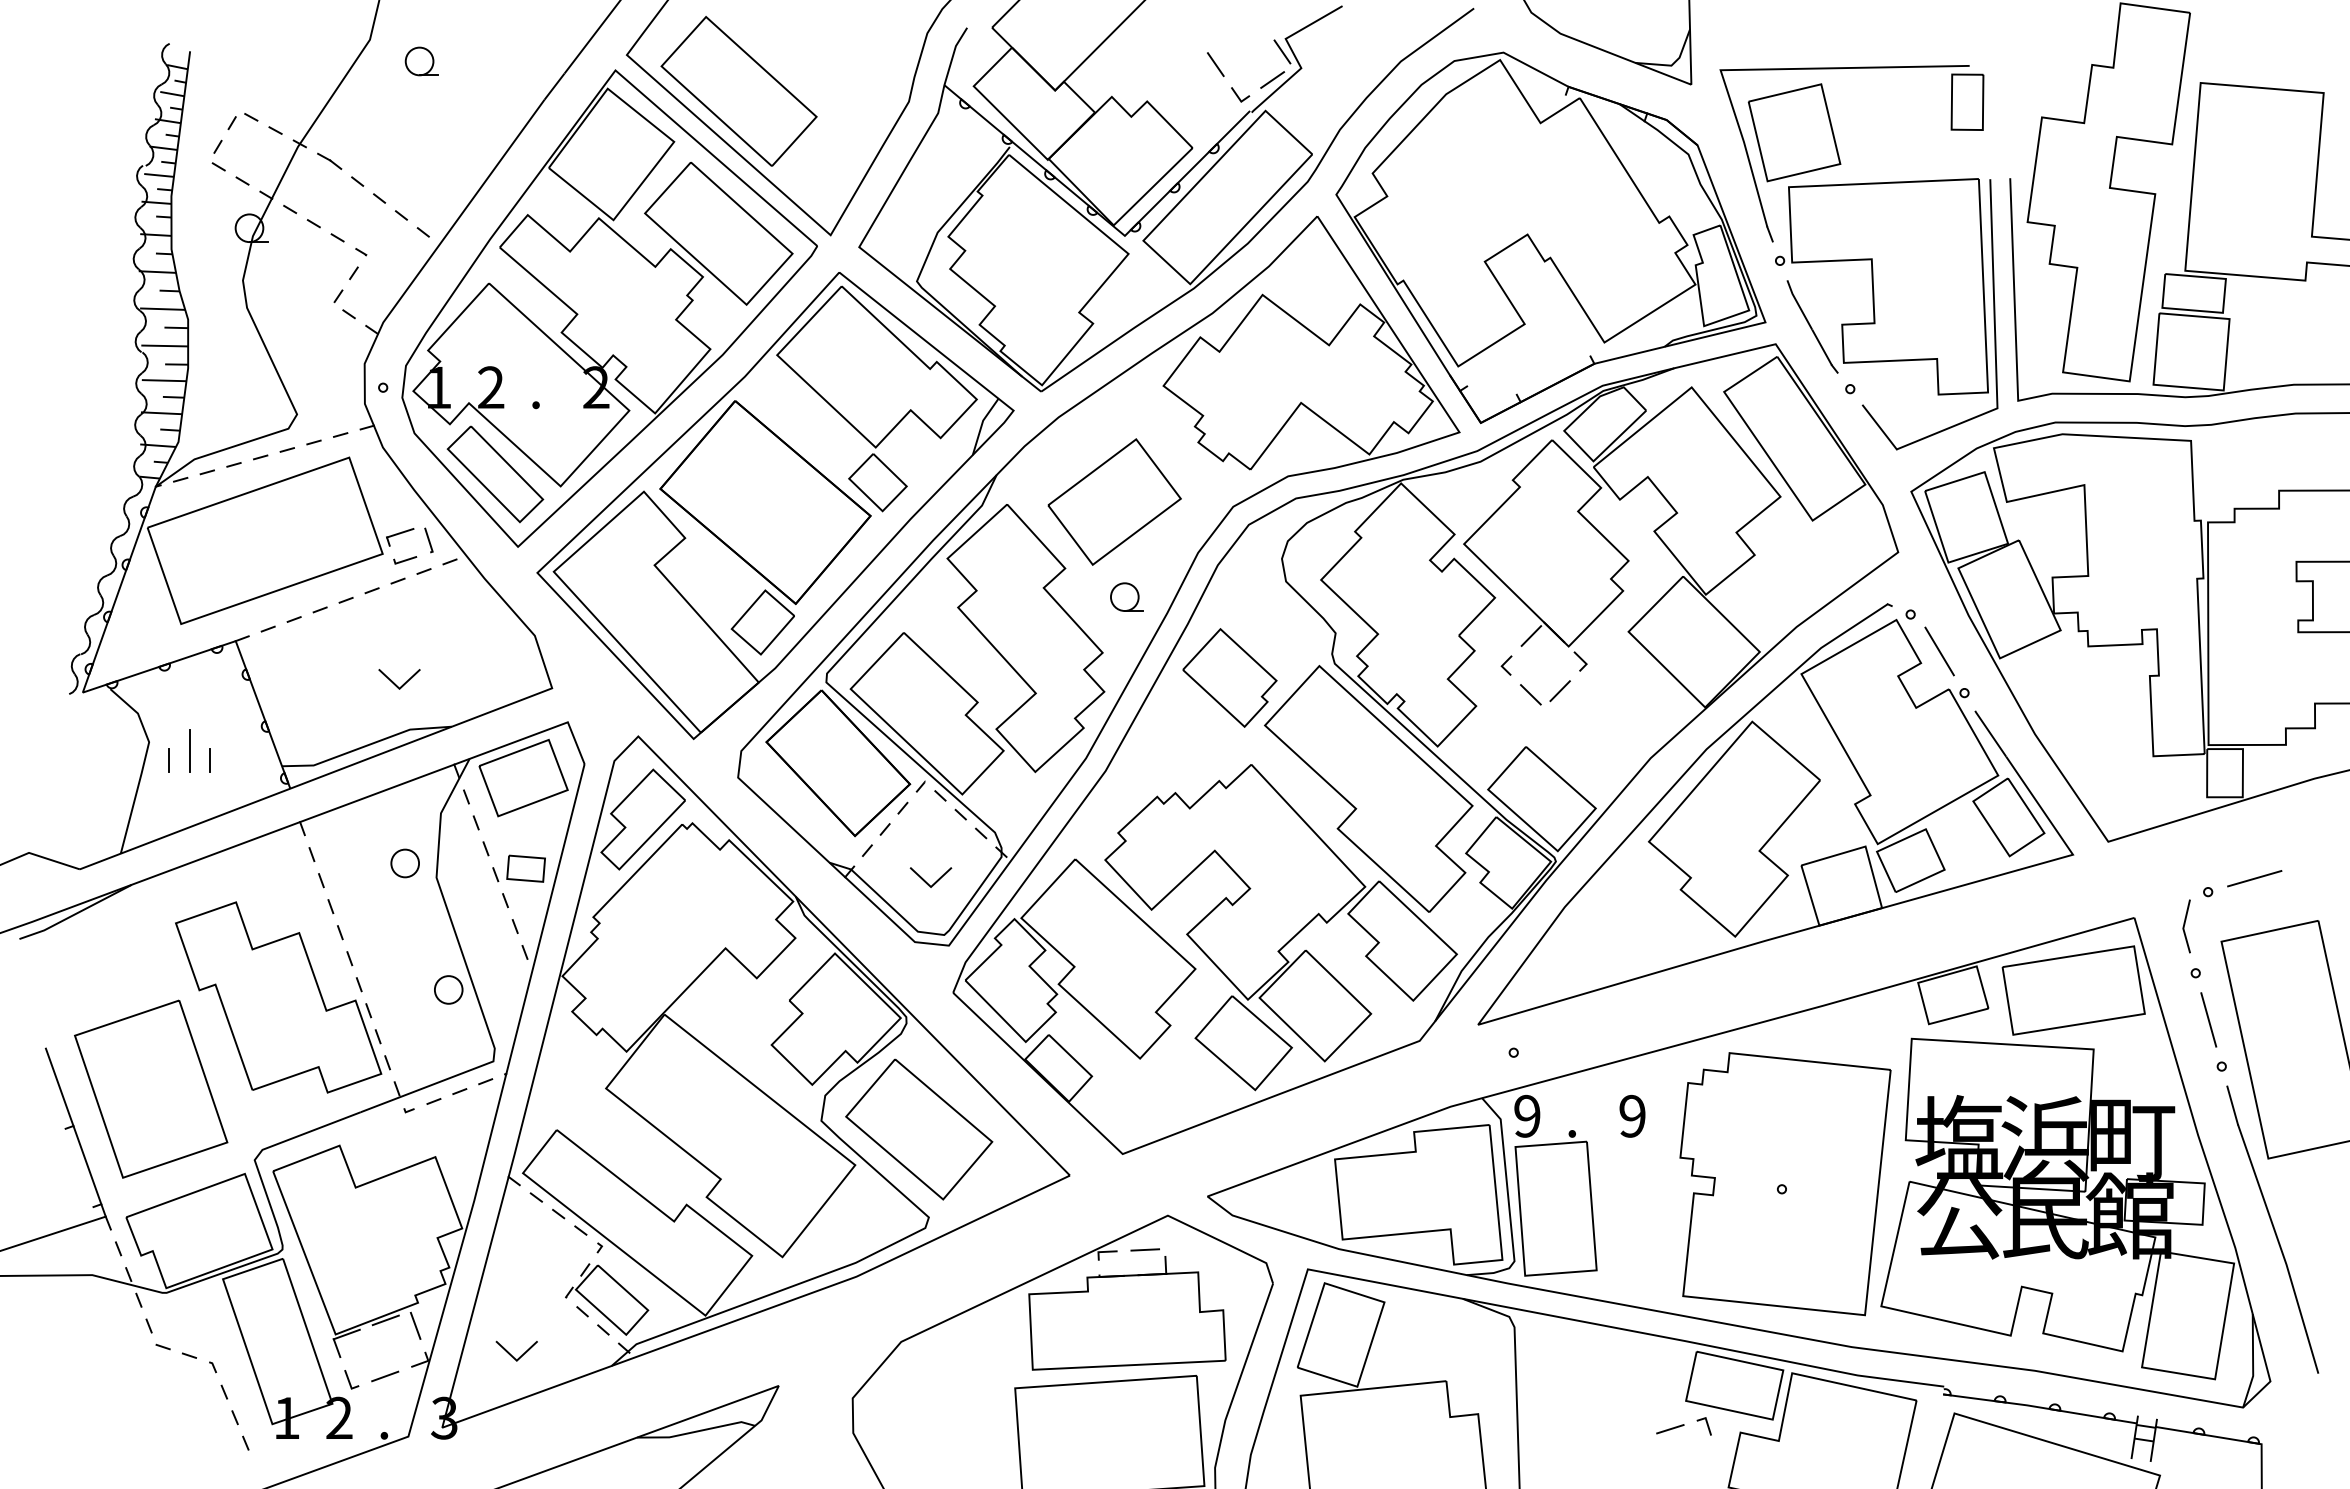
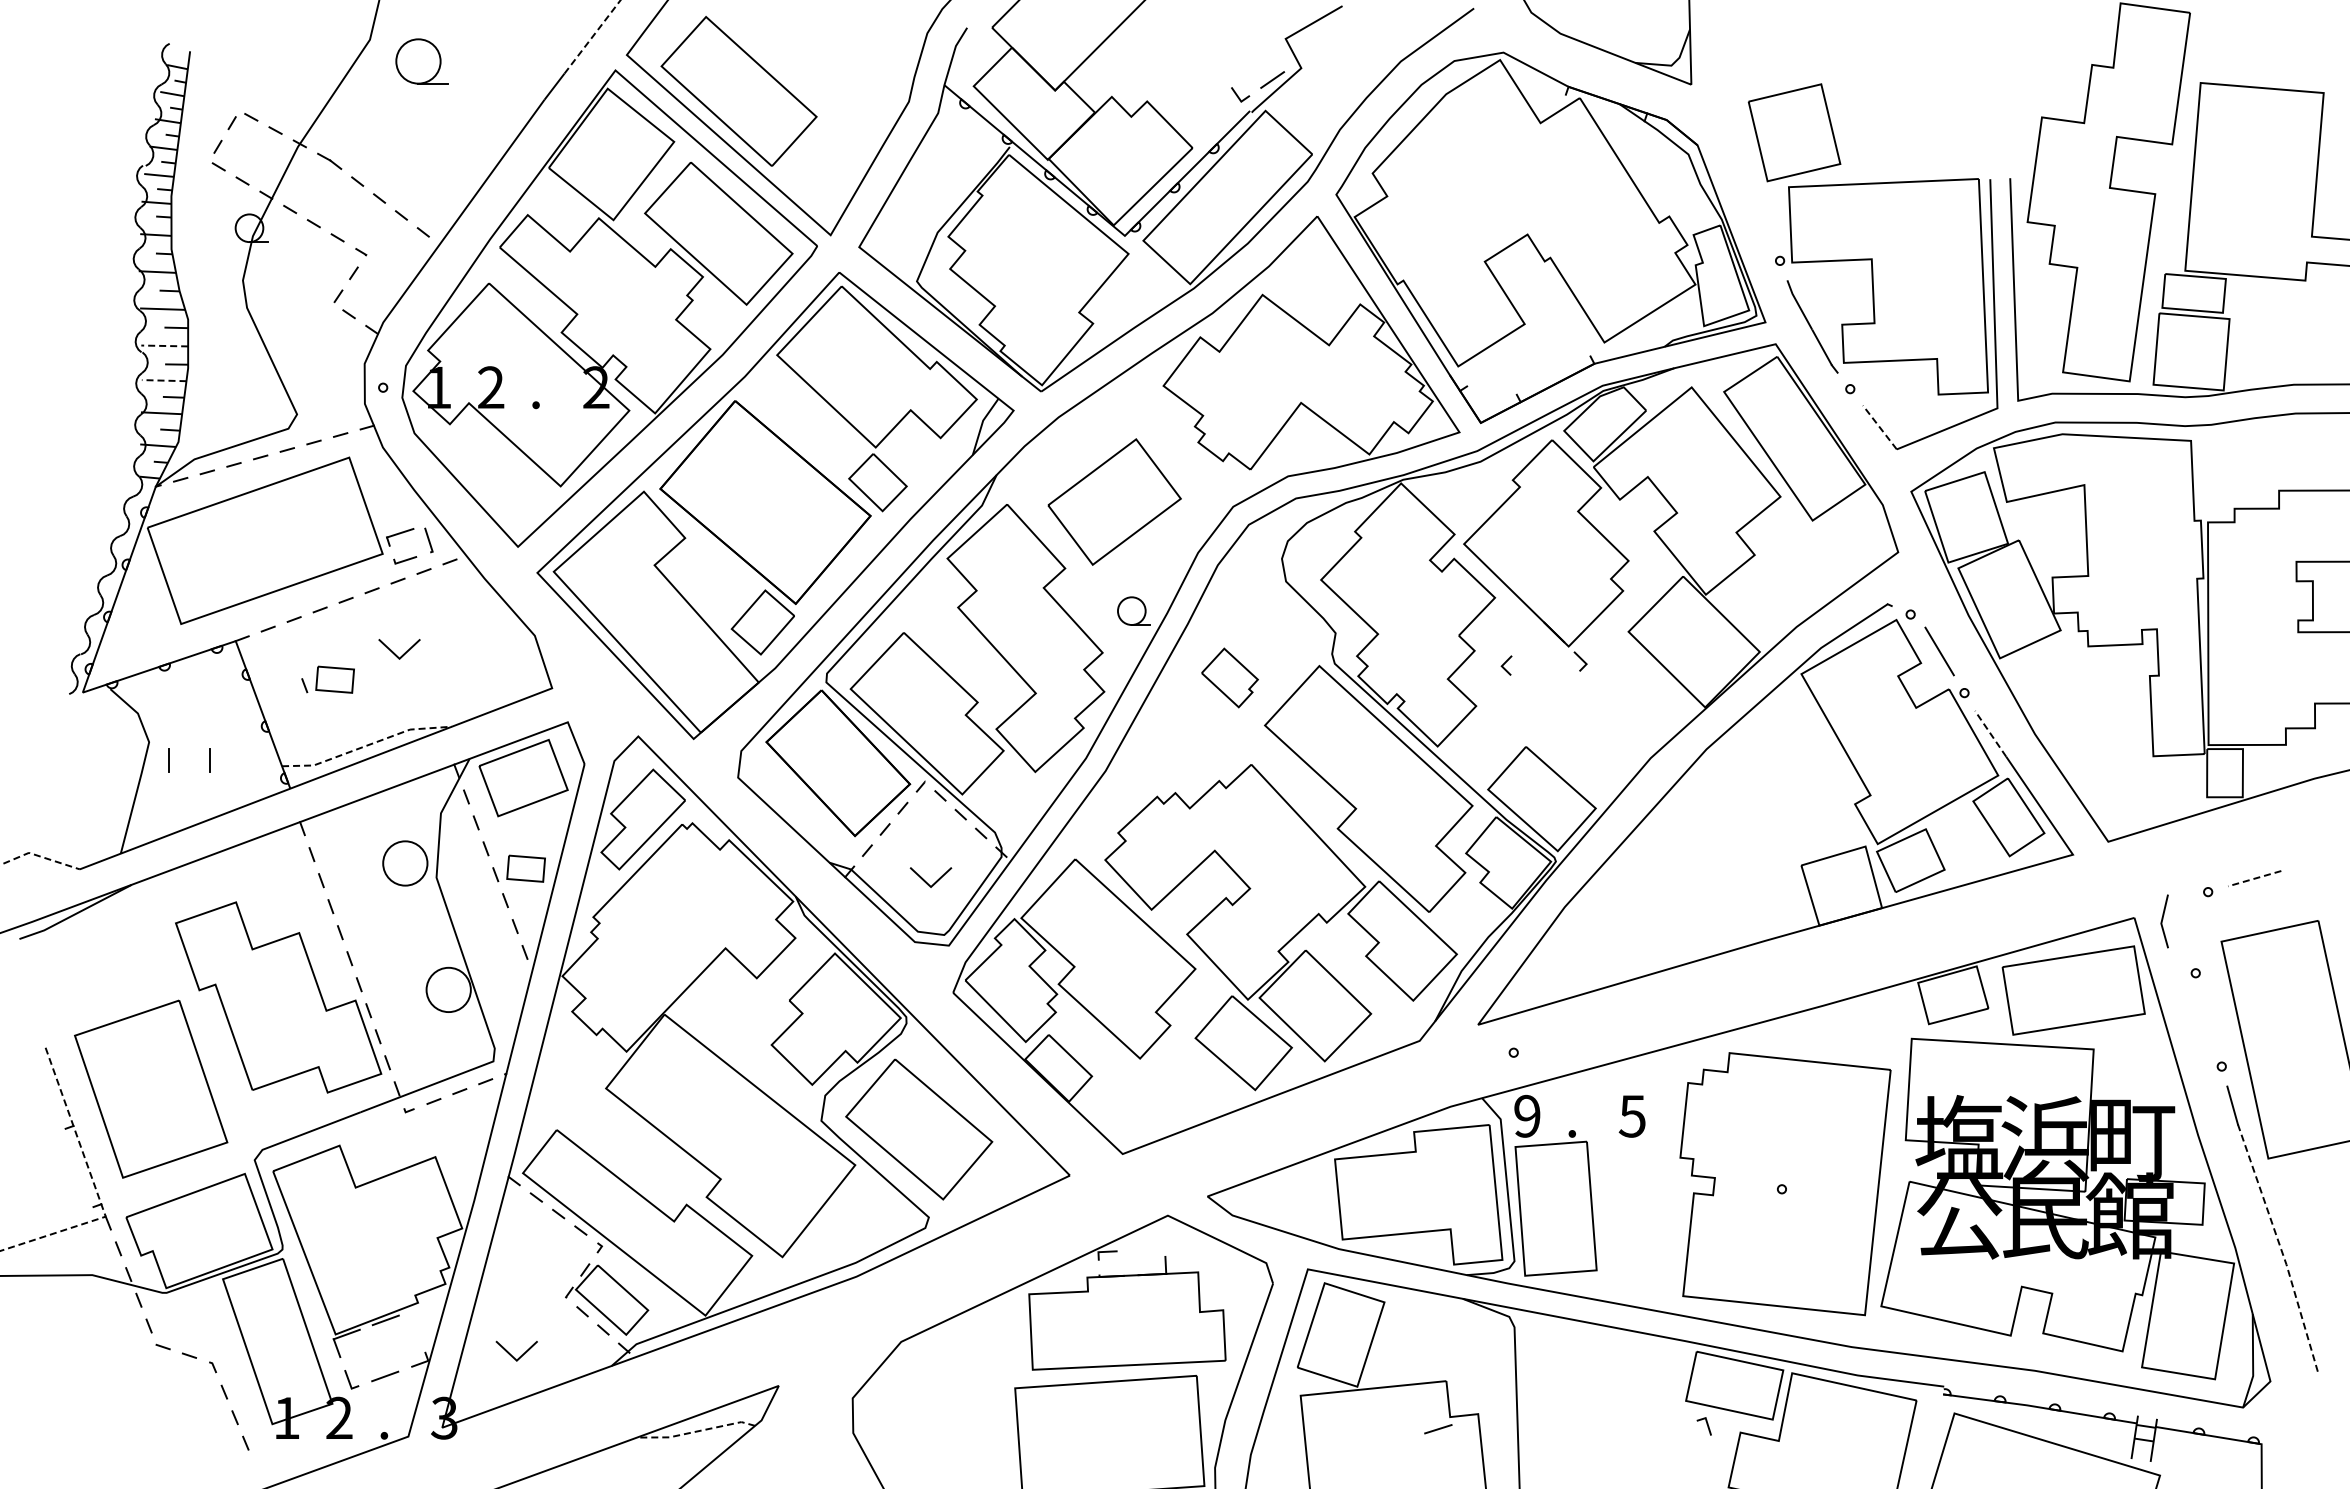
line at (592, 37): solid -> dashed
line at (1282, 51): present -> none
part at (421, 61) size: 35x31 px -> 54x47 px
line at (1215, 64): present -> none
part at (1839, 69): present -> none
line at (164, 345): solid -> dashed
line at (163, 380): solid -> dashed
line at (1879, 427): solid -> dashed
part at (495, 474): present -> none
part at (1126, 596) position: (1126, 596) -> (1133, 610)
line at (1531, 635): present -> none
part at (1229, 677) size: 96x100 px -> 58x62 px
part at (327, 679): none -> present
line at (395, 683) position: (395, 683) -> (395, 653)
line at (1559, 691): present -> none
line at (1530, 694): present -> none
line at (1990, 733): solid -> dashed
line at (367, 745): solid -> dashed
line at (189, 750): present -> none
part at (1734, 828): present -> none
line at (39, 856): solid -> dashed
circle at (404, 863) size: 30x31 px -> 47x47 px
line at (2254, 878): solid -> dashed
line at (2184, 926) position: (2184, 926) -> (2162, 921)
circle at (448, 989) diameter: 28 px -> 44 px
line at (2208, 1019): present -> none
text at (1631, 1115): 9 -> 5
line at (94, 1184): solid -> dashed
line at (2280, 1248): solid -> dashed
line at (1145, 1249): present -> none
line at (415, 1325): present -> none
line at (1670, 1429) position: (1670, 1429) -> (1438, 1429)
line at (696, 1431): solid -> dashed
